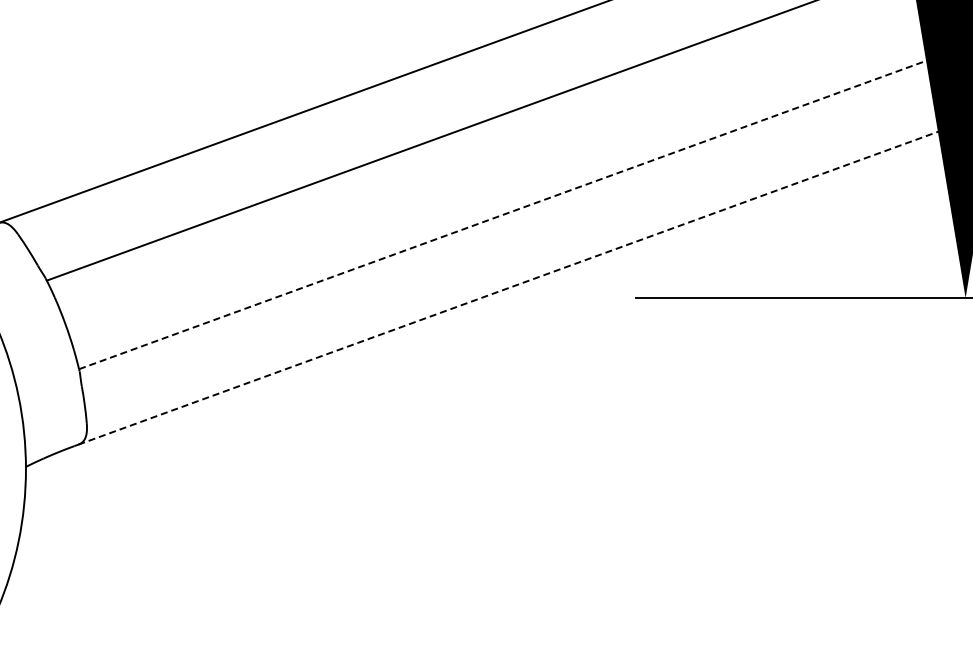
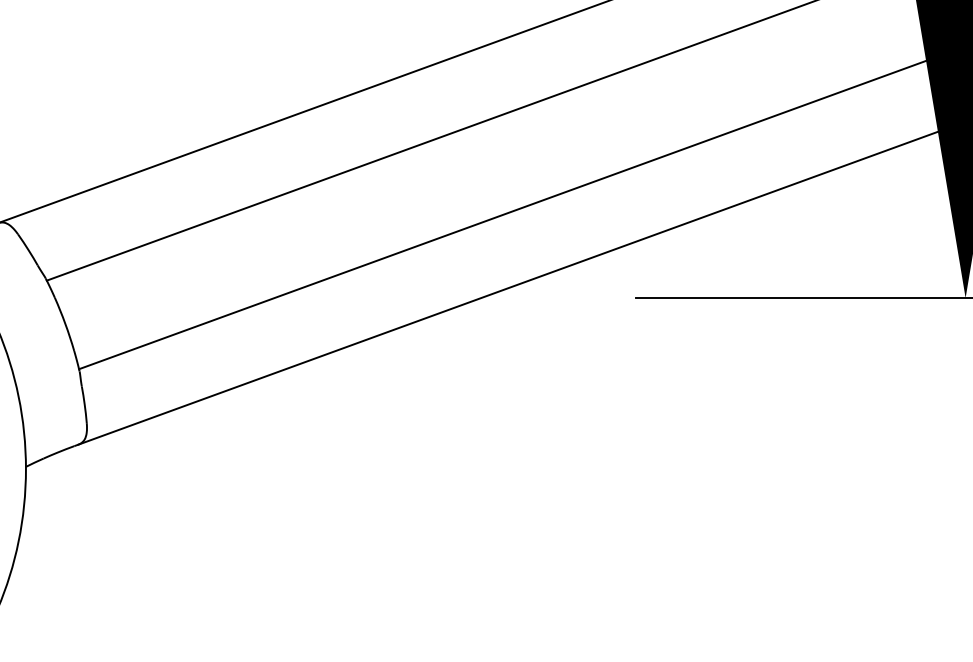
line at (526, 206): dashed -> solid
line at (525, 281): dashed -> solid
